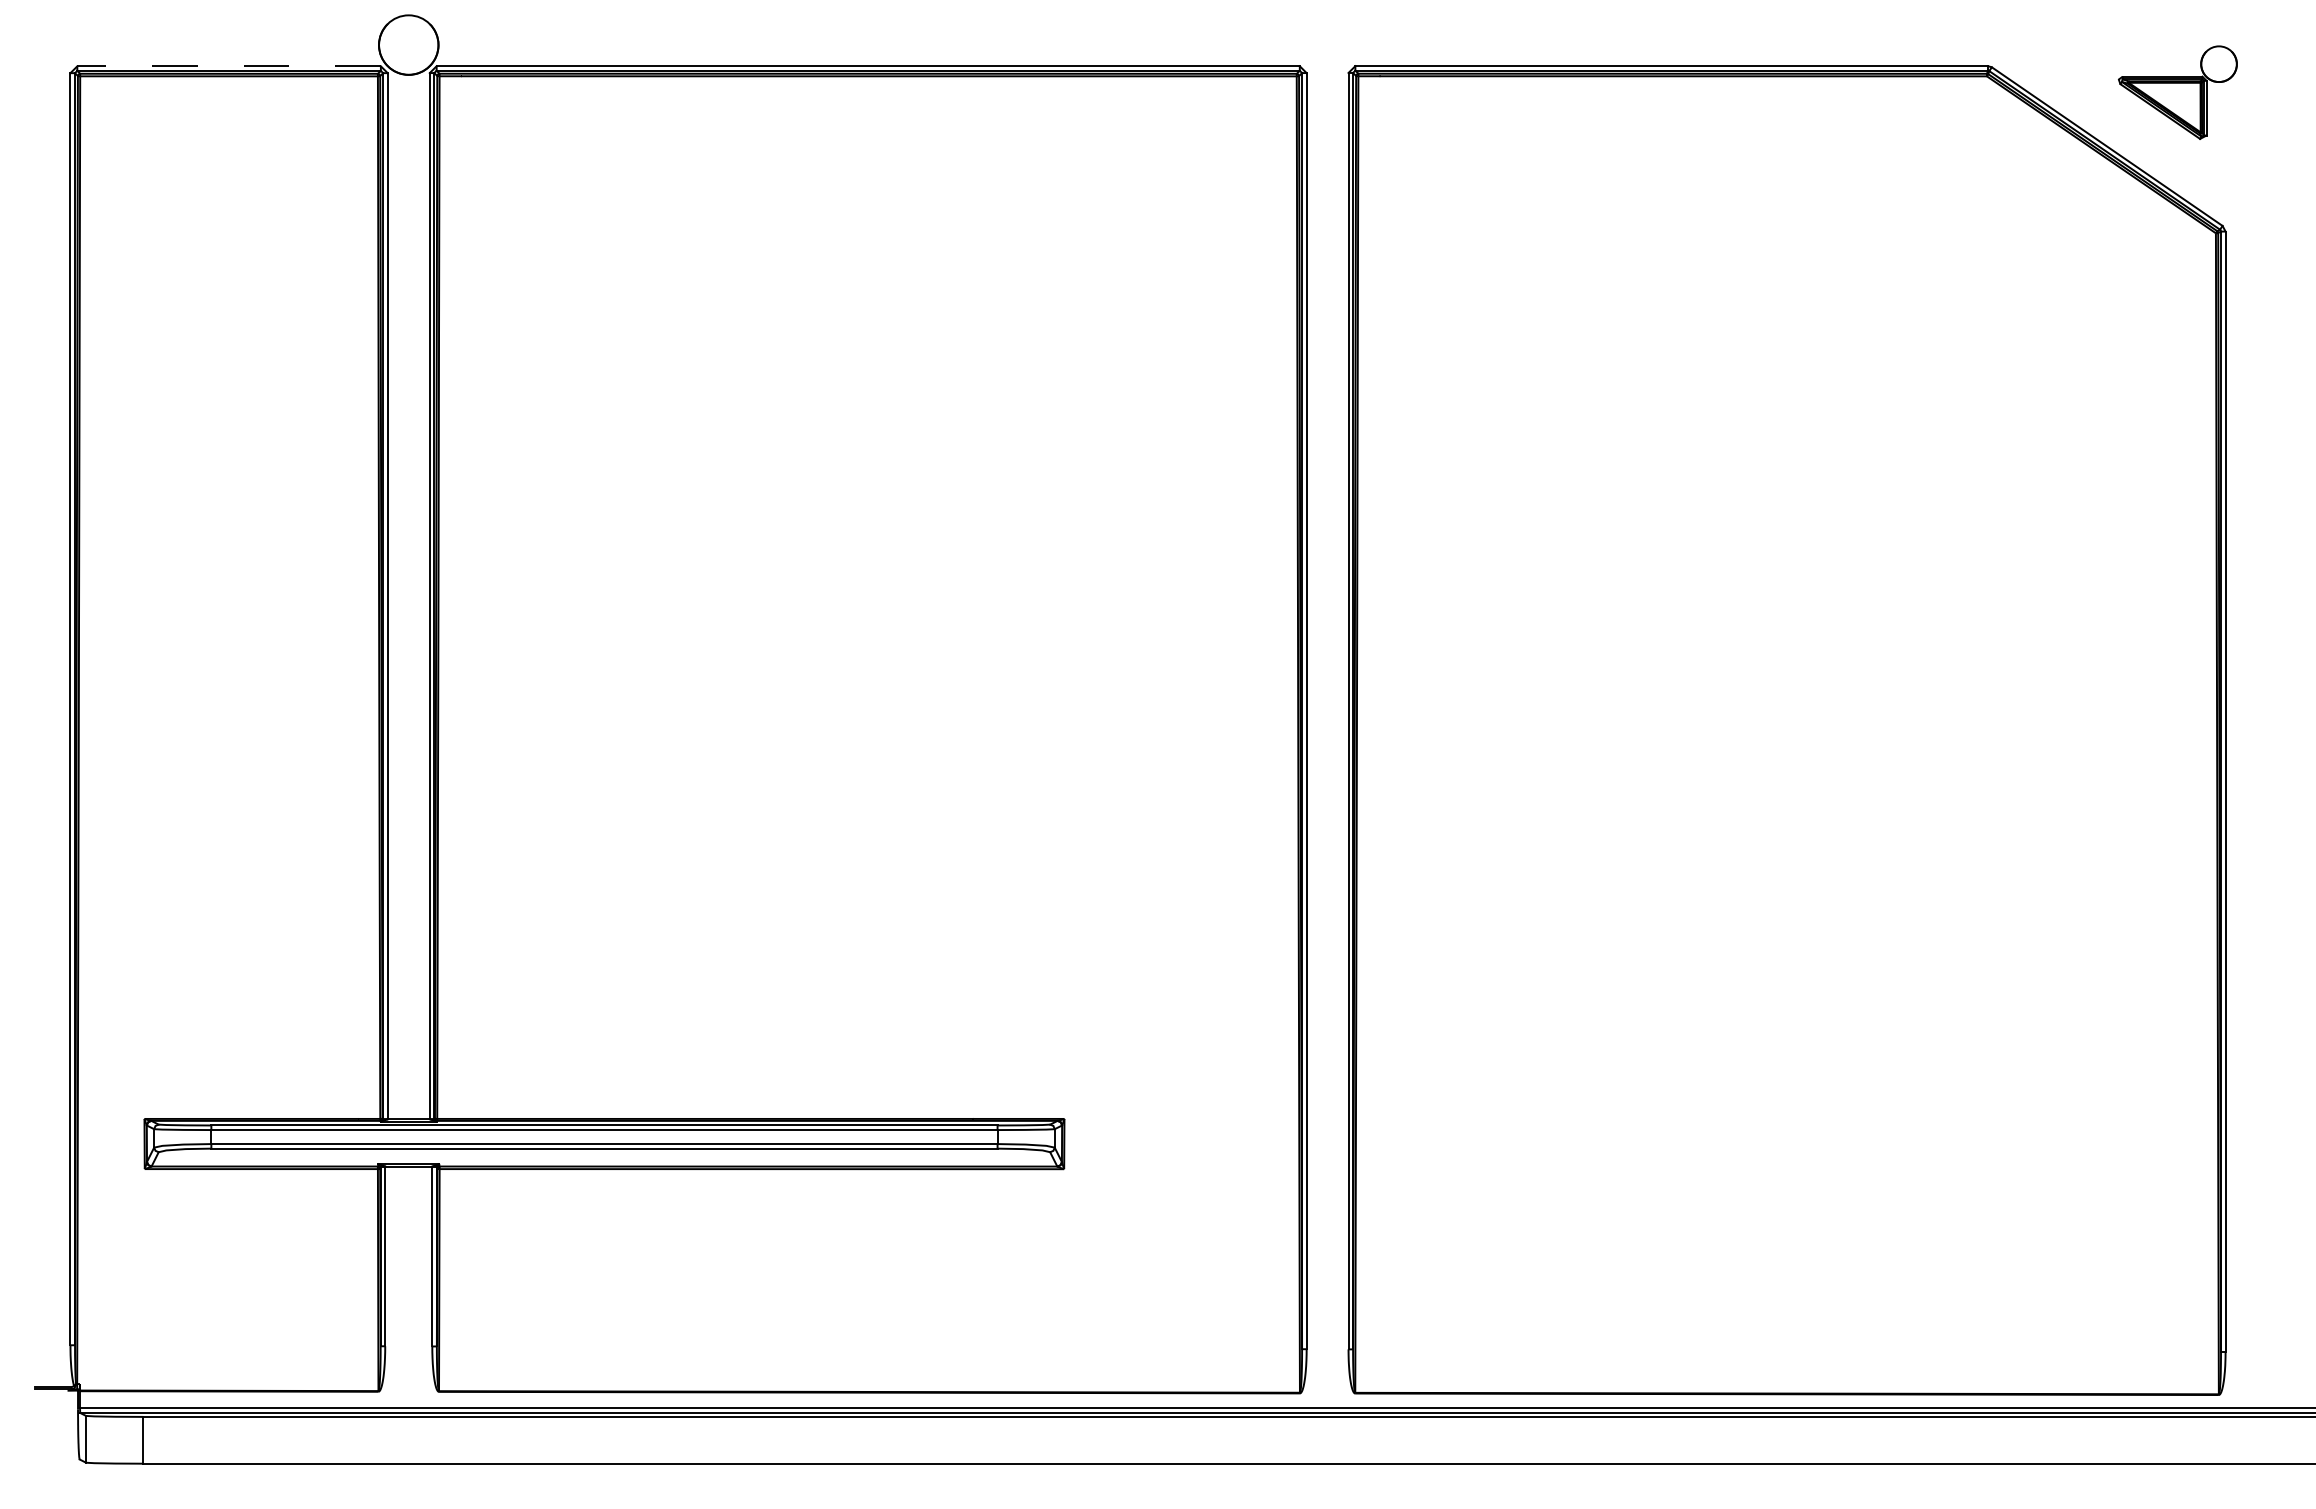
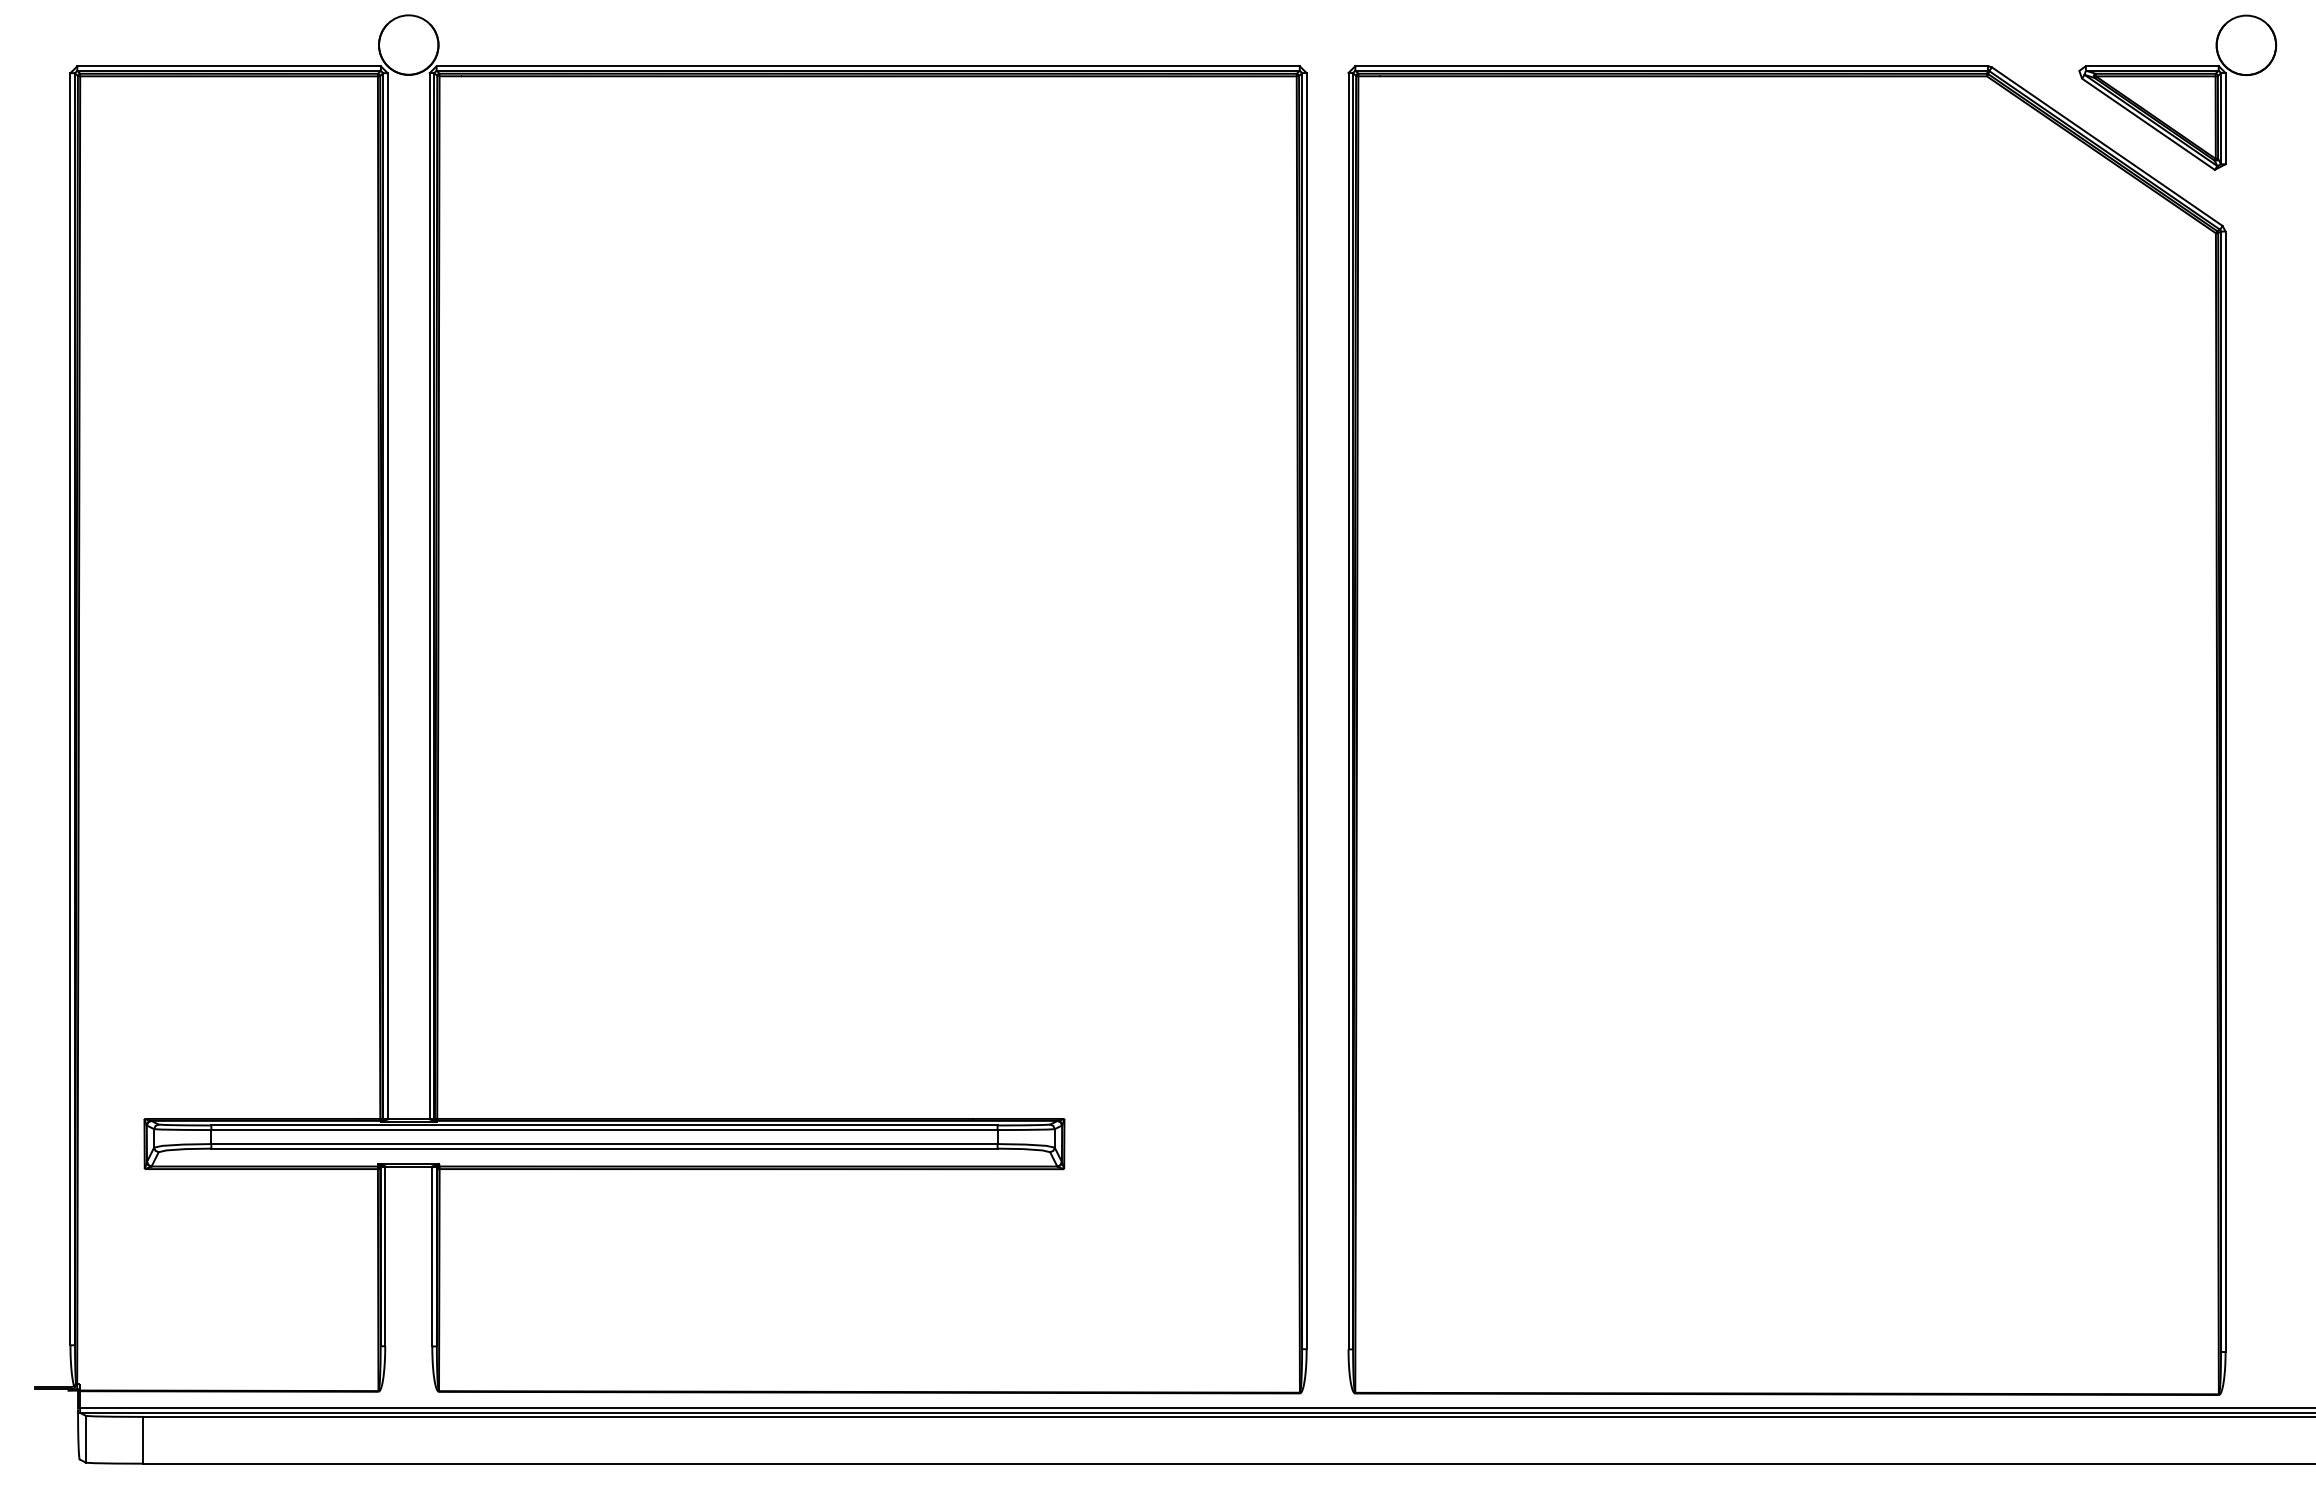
line at (229, 66): dashed -> solid
part at (2177, 92) size: 120x95 px -> 200x157 px
